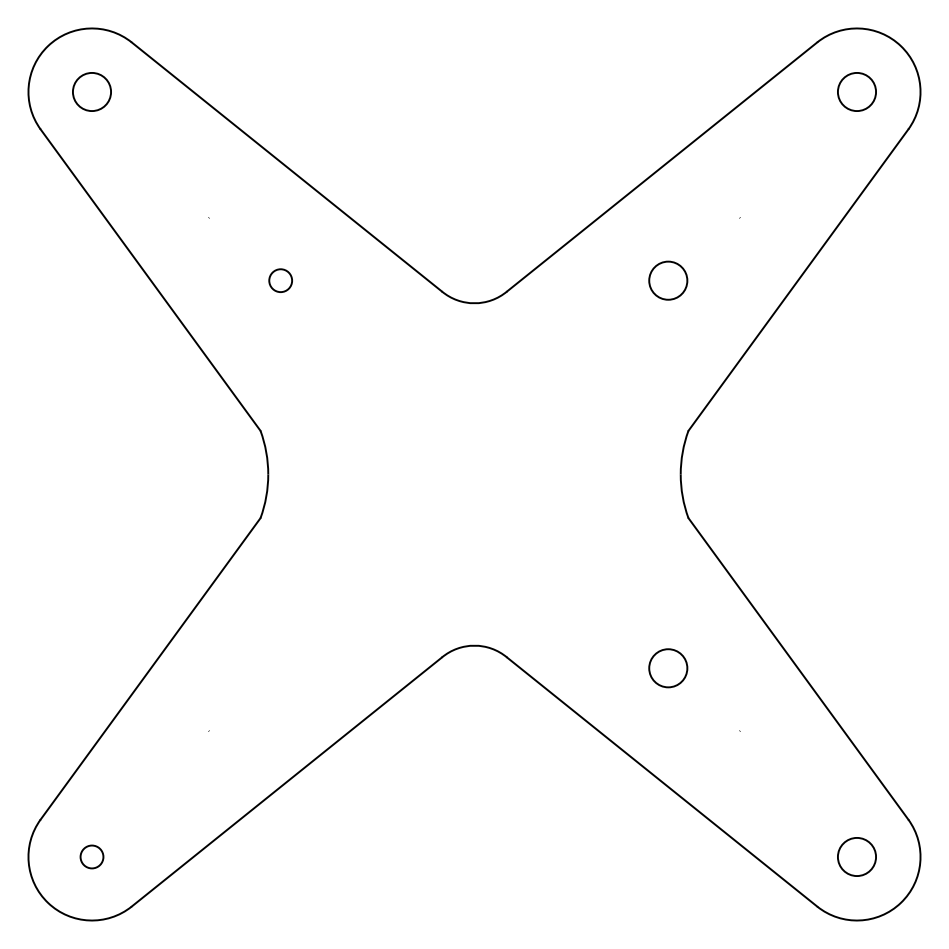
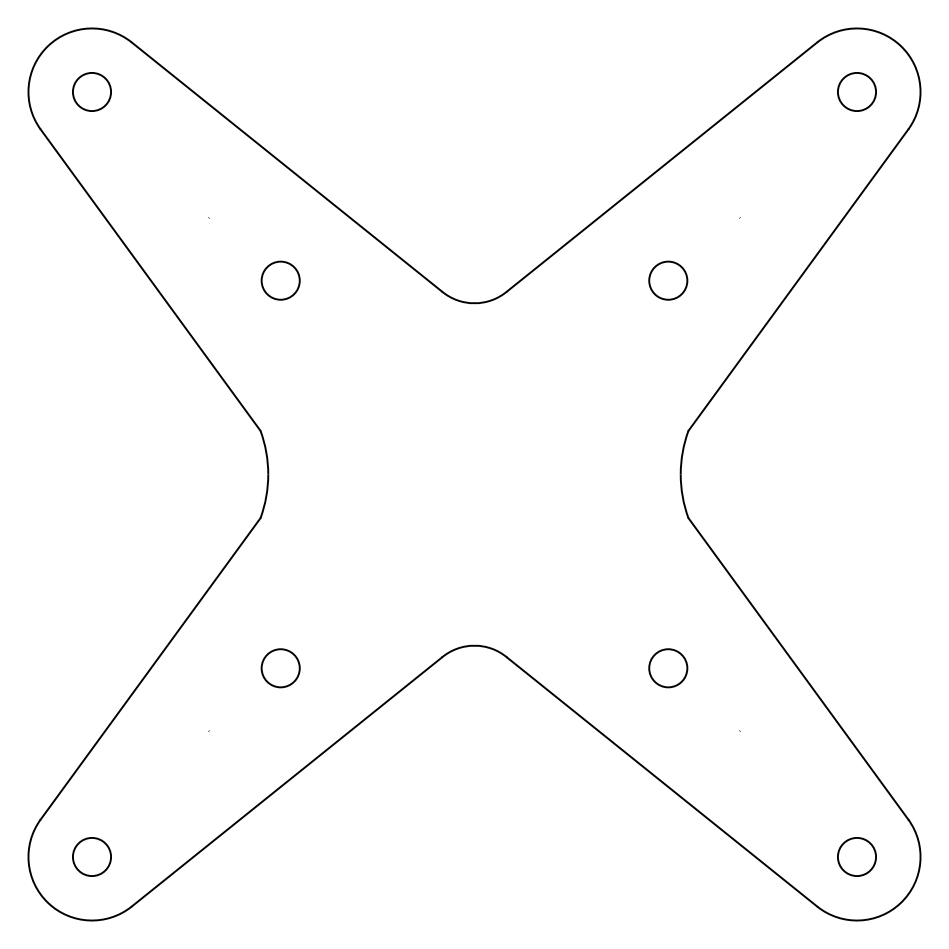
circle at (280, 280) diameter: 23 px -> 38 px
circle at (280, 668): none -> present
circle at (91, 856) diameter: 23 px -> 38 px
